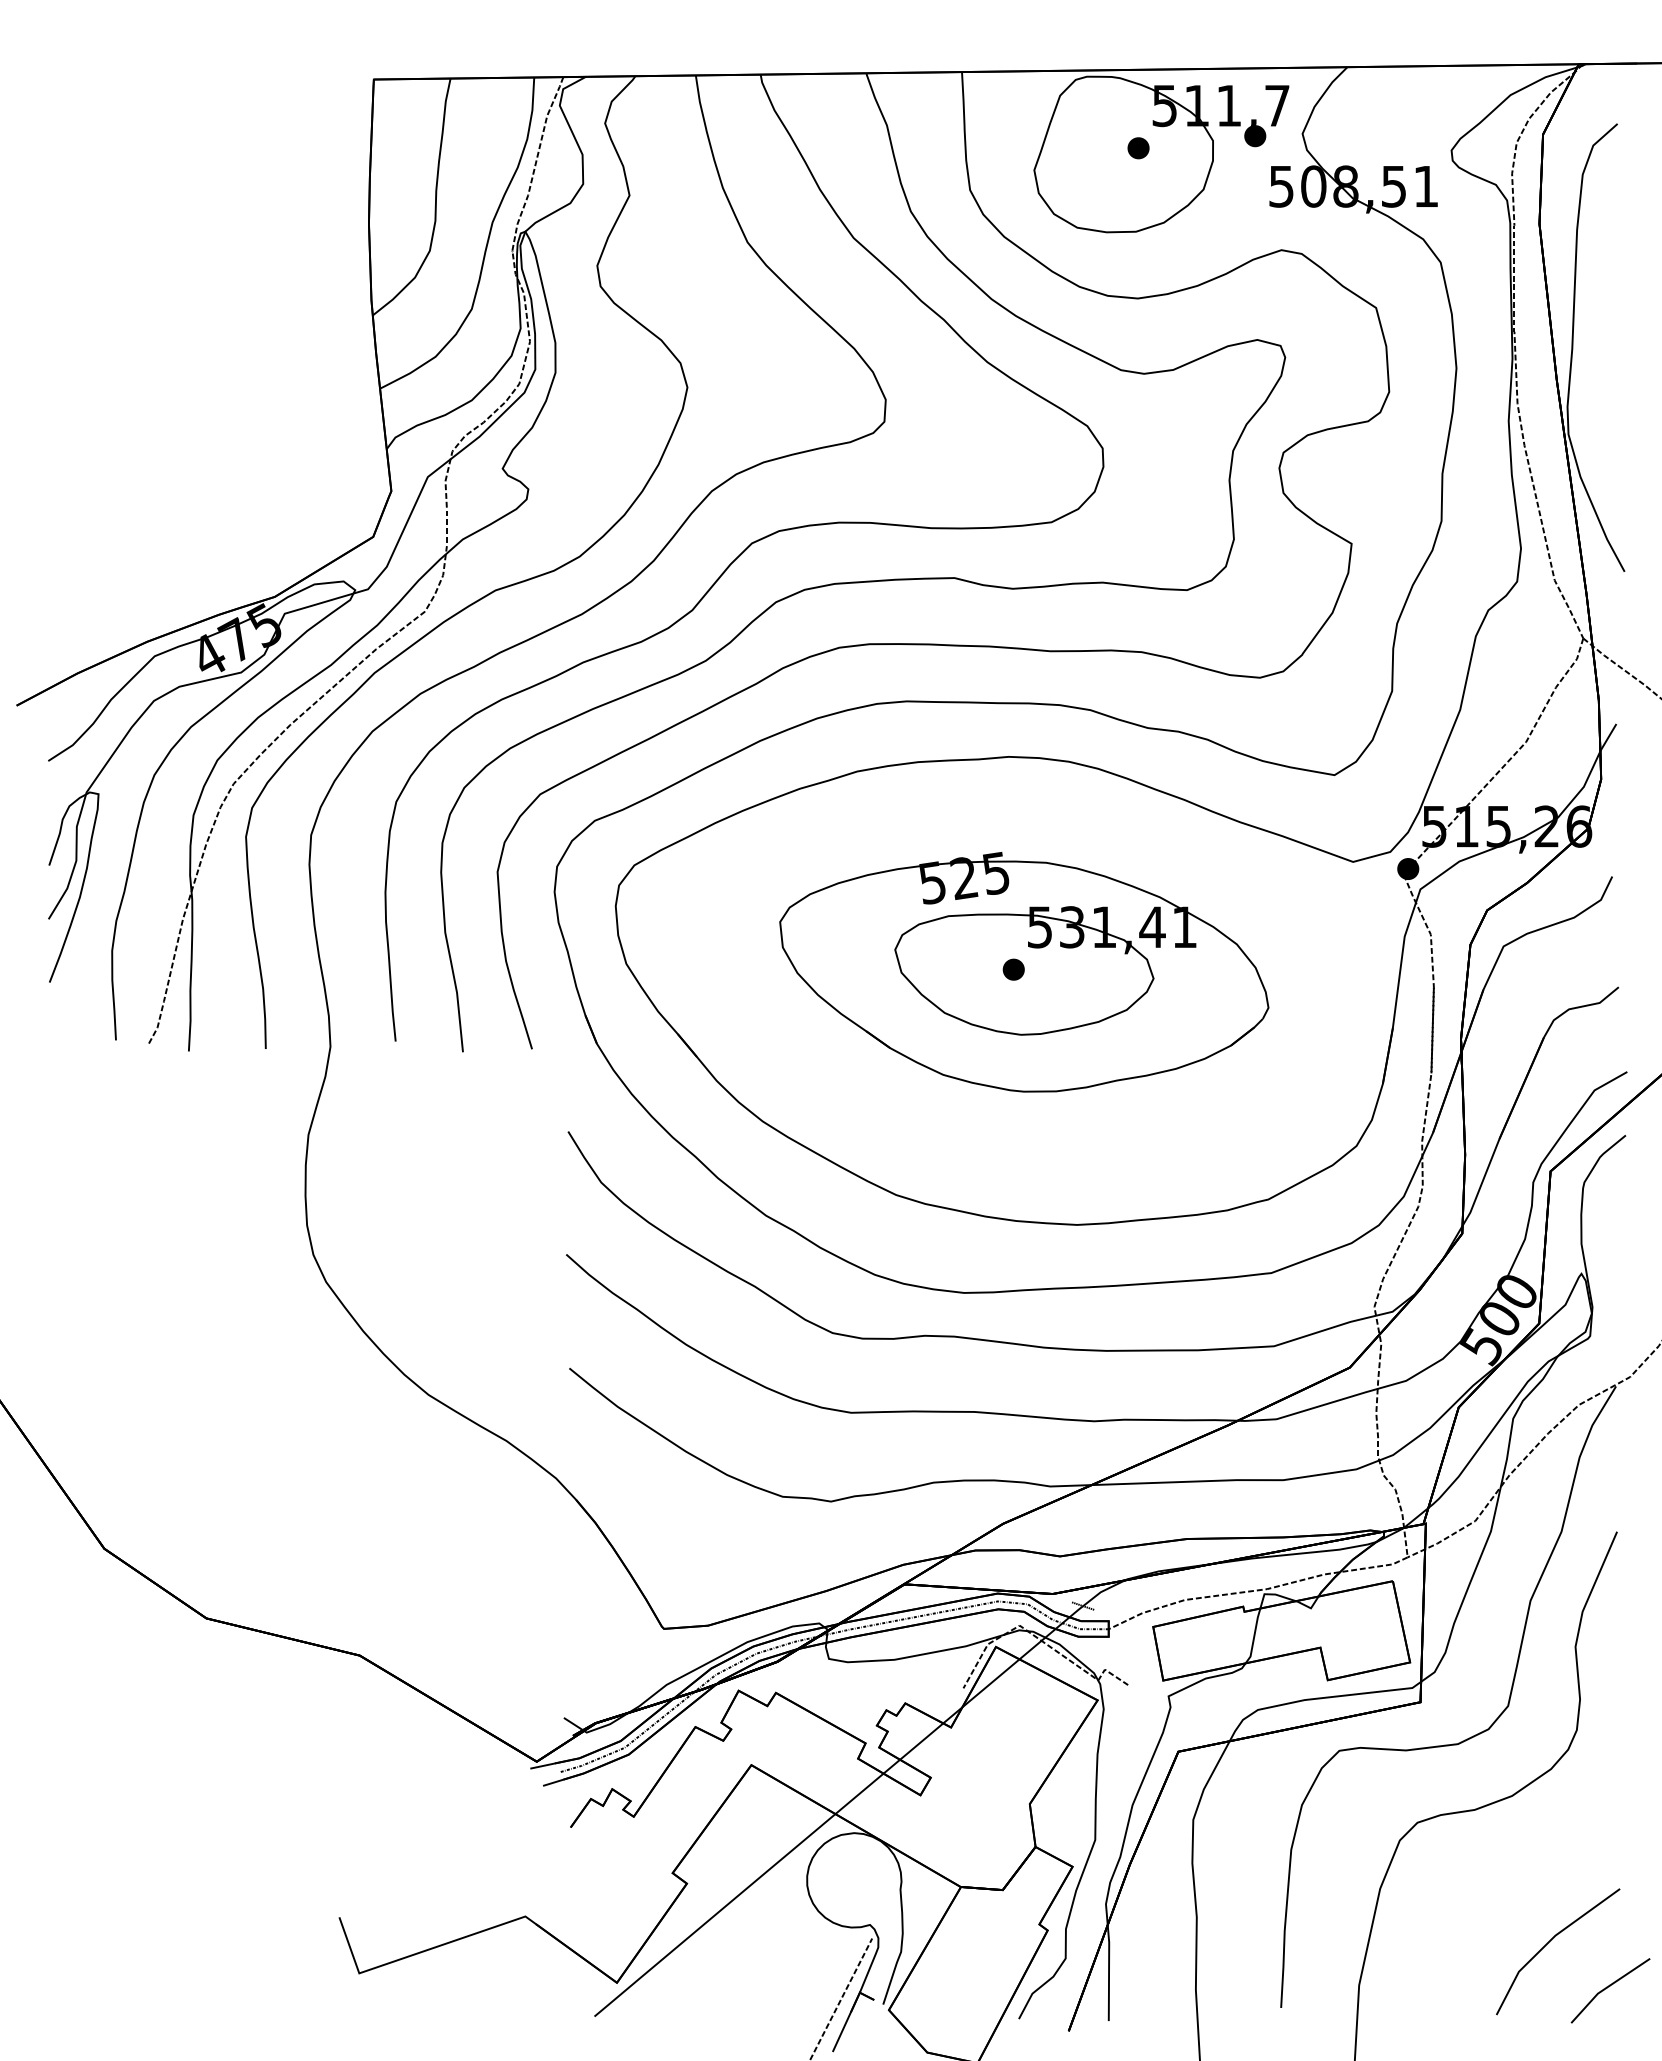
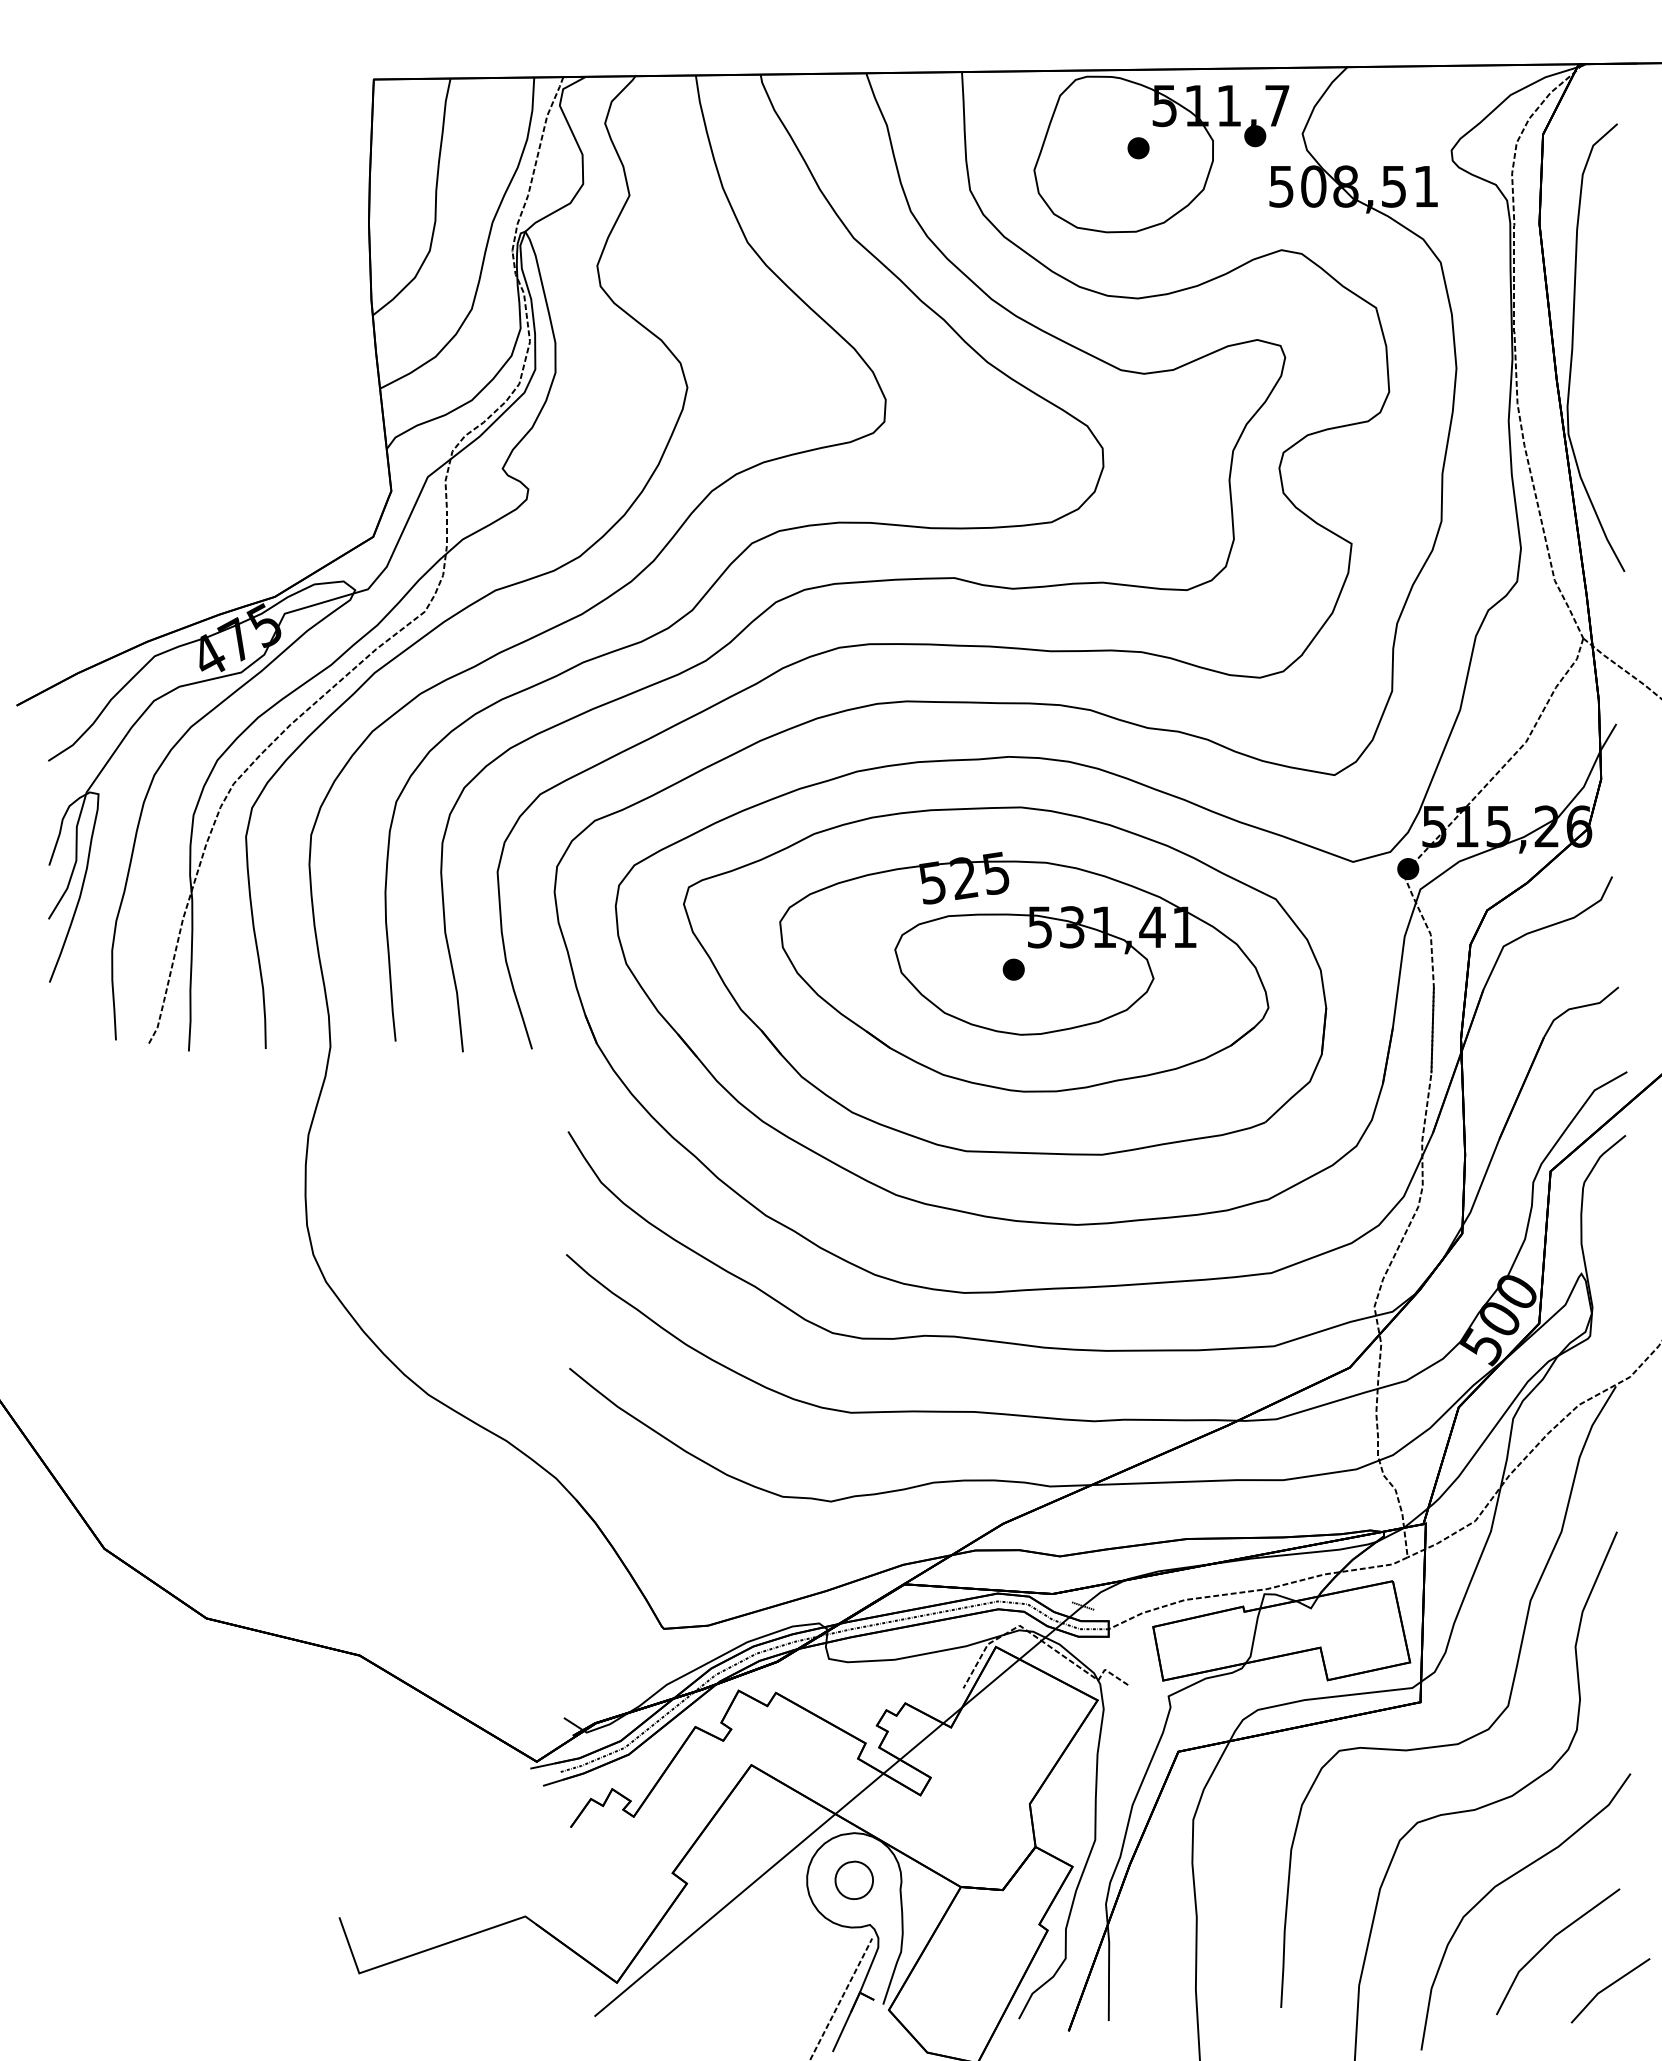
part at (1005, 980): none -> present
part at (853, 1879): none -> present
curve at (1505, 1881): none -> present
